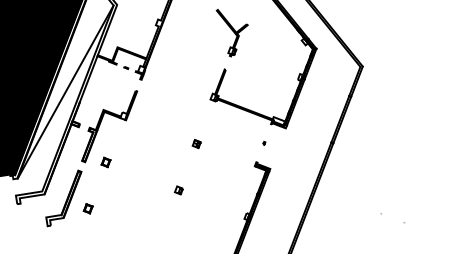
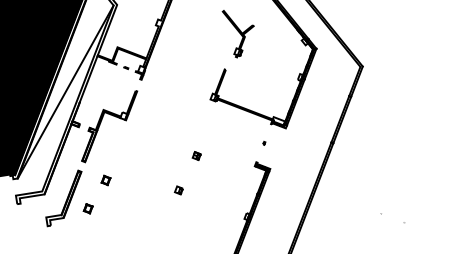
part at (231, 33) position: (231, 33) -> (237, 34)
part at (196, 143) position: (196, 143) -> (196, 155)
part at (105, 162) position: (105, 162) -> (105, 180)
